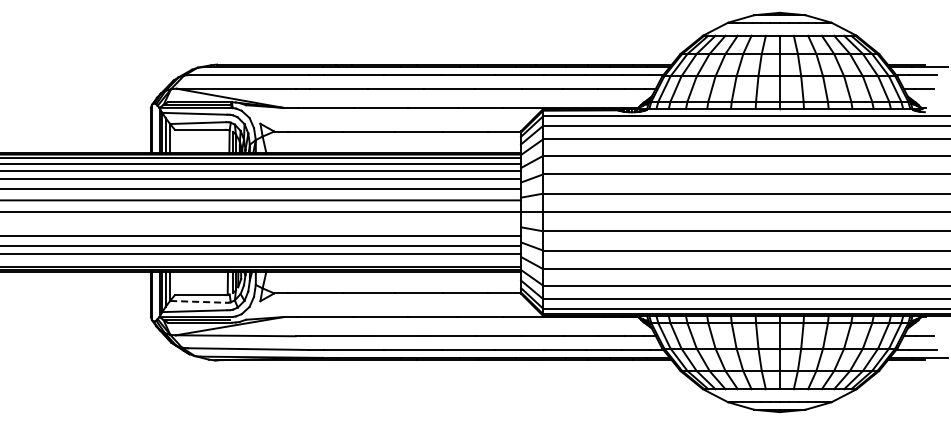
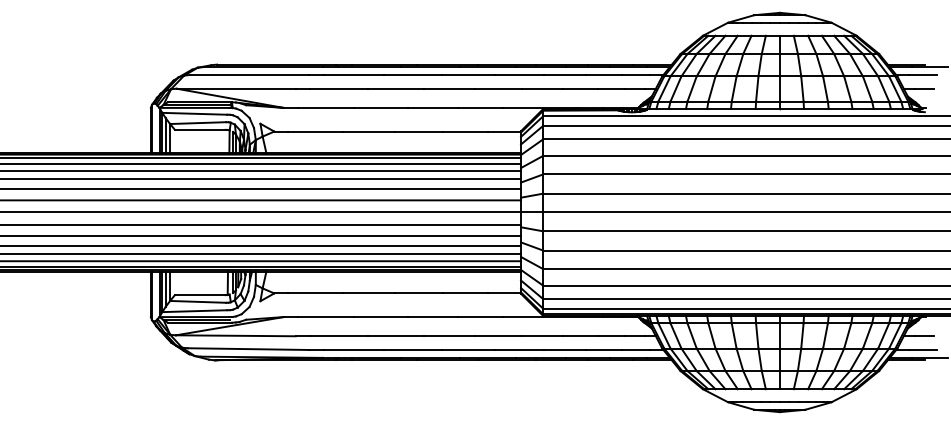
line at (261, 224): none -> present
line at (261, 261): none -> present
line at (198, 301): dashed -> solid
